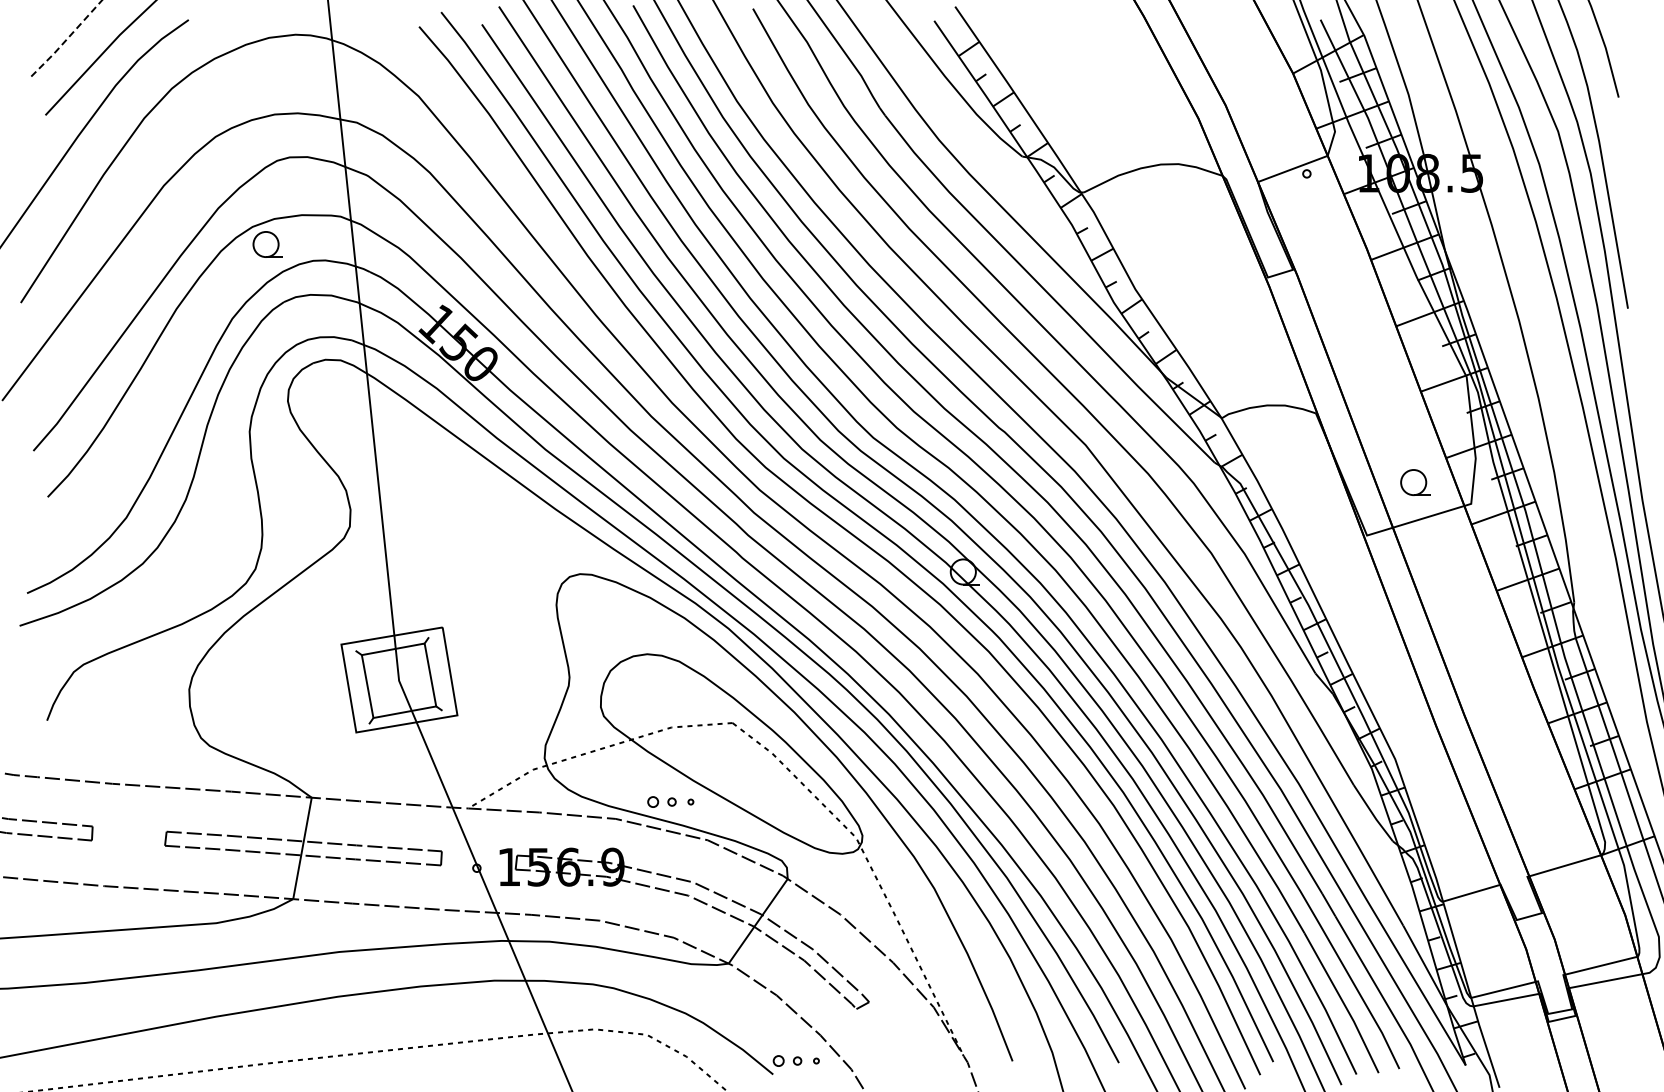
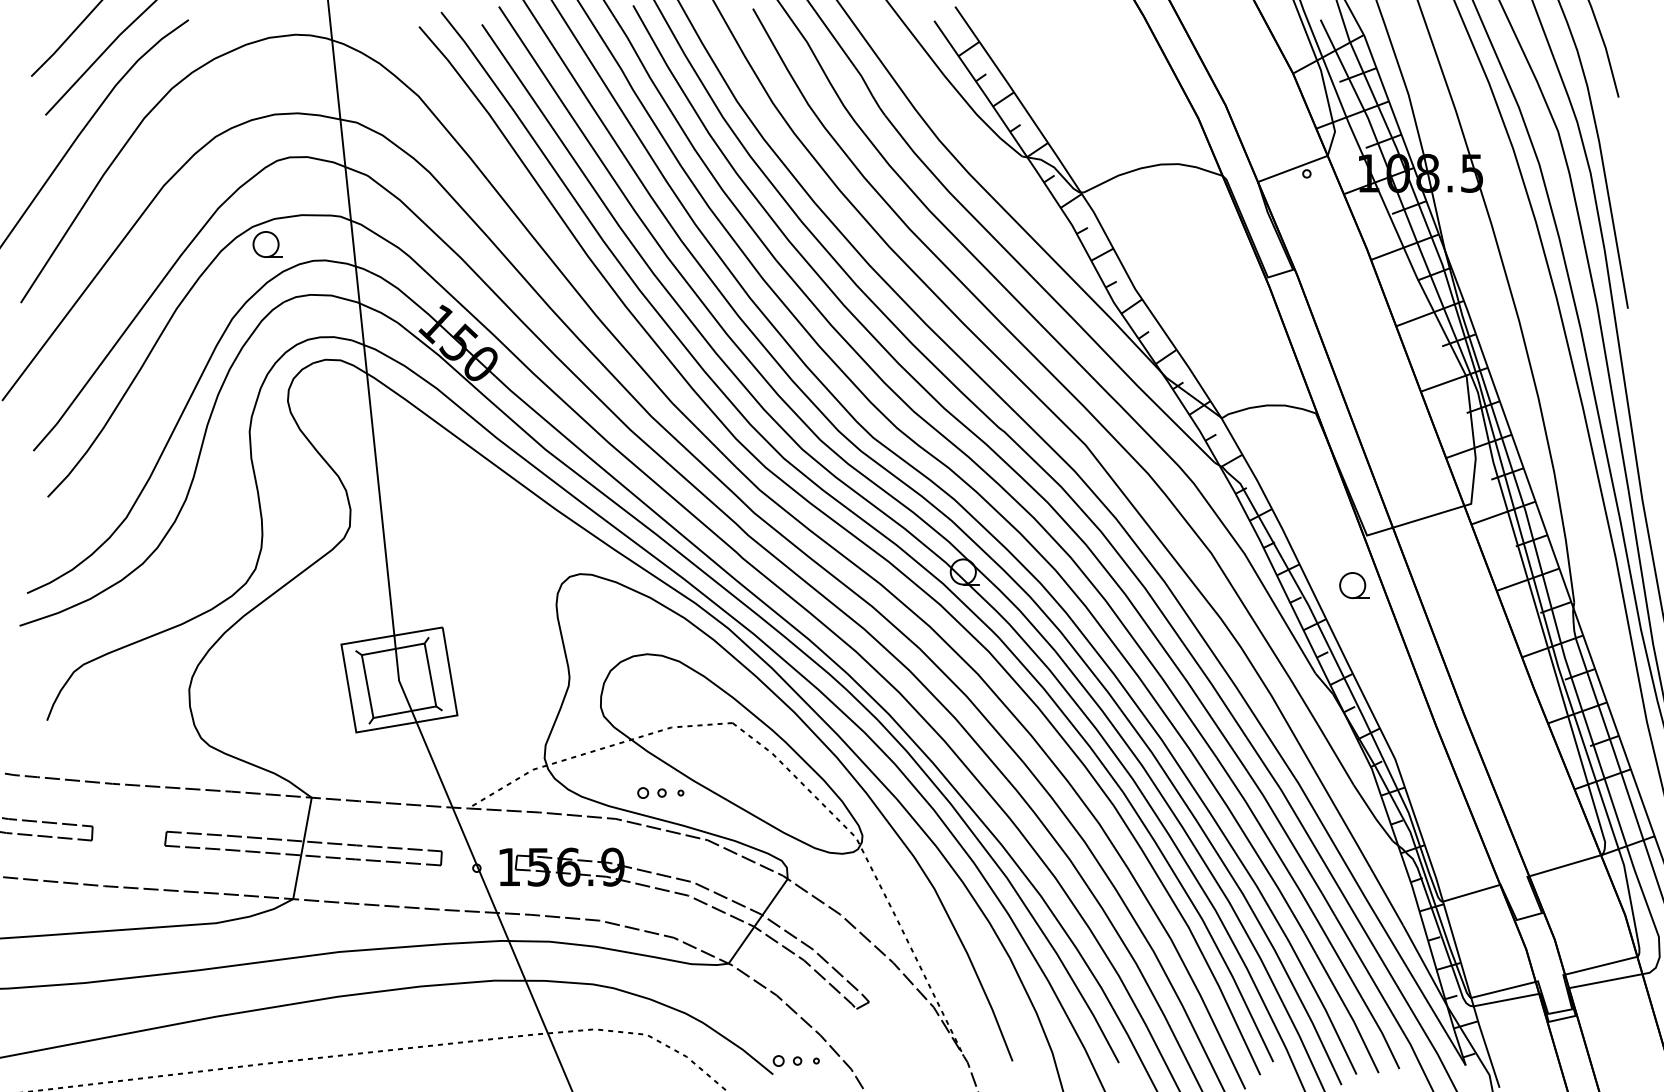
line at (67, 39): dashed -> solid
part at (1415, 482) position: (1415, 482) -> (1354, 585)
part at (670, 801) position: (670, 801) -> (660, 792)
